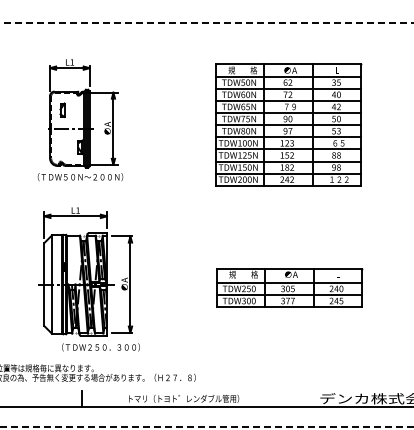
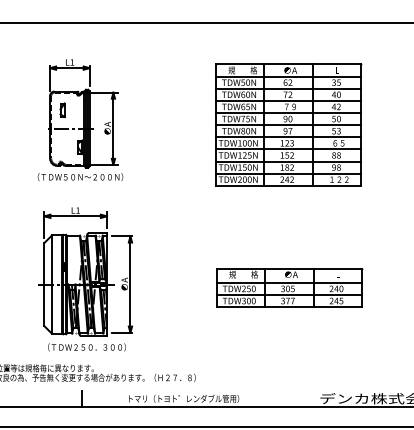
line at (206, 23): dashed -> solid
text at (100, 347) position: (100, 347) -> (86, 347)
line at (207, 426): dashed -> solid
